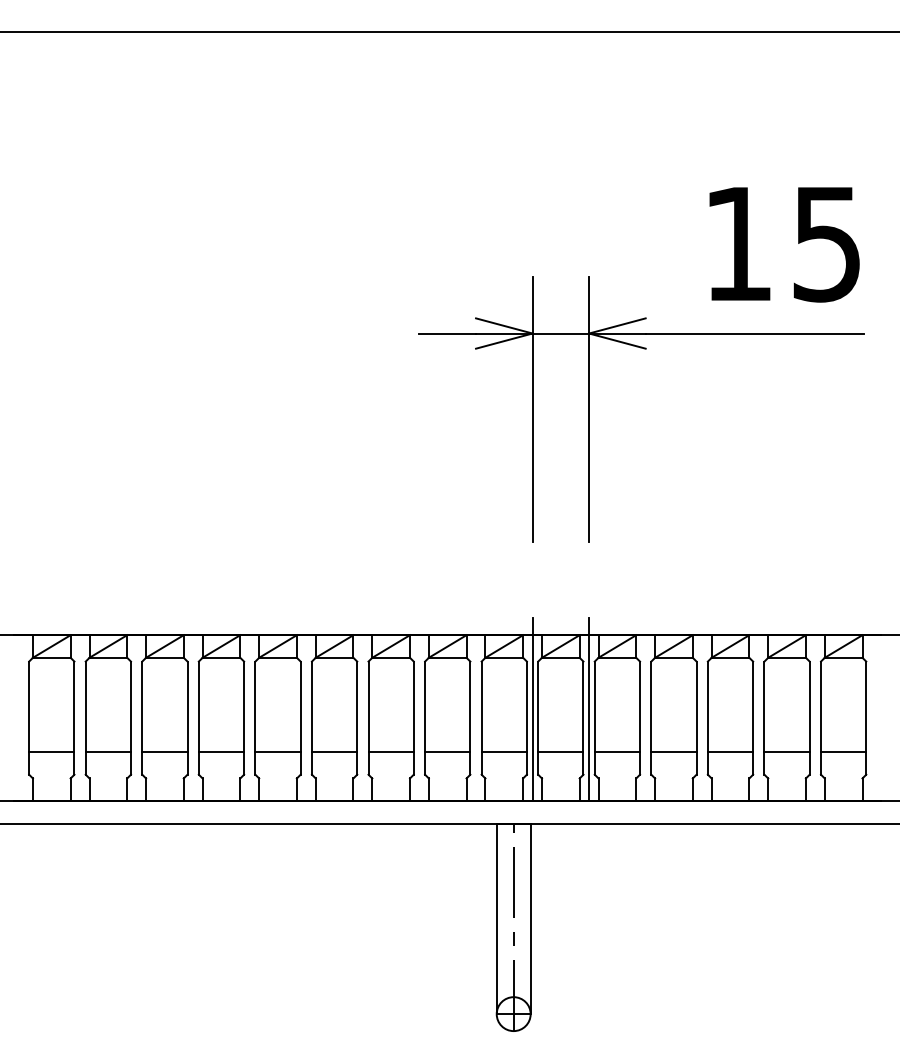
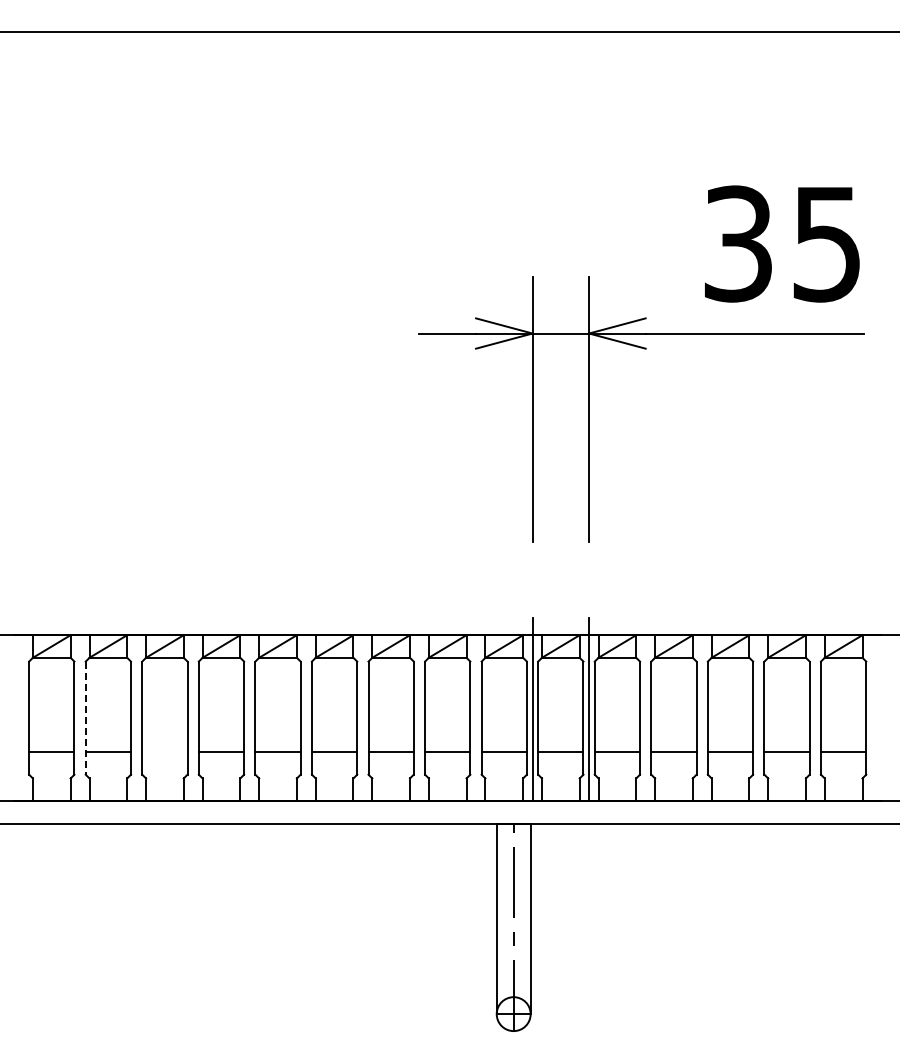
text at (738, 243): 15 -> 35
line at (85, 718): solid -> dashed
line at (164, 752): present -> none
